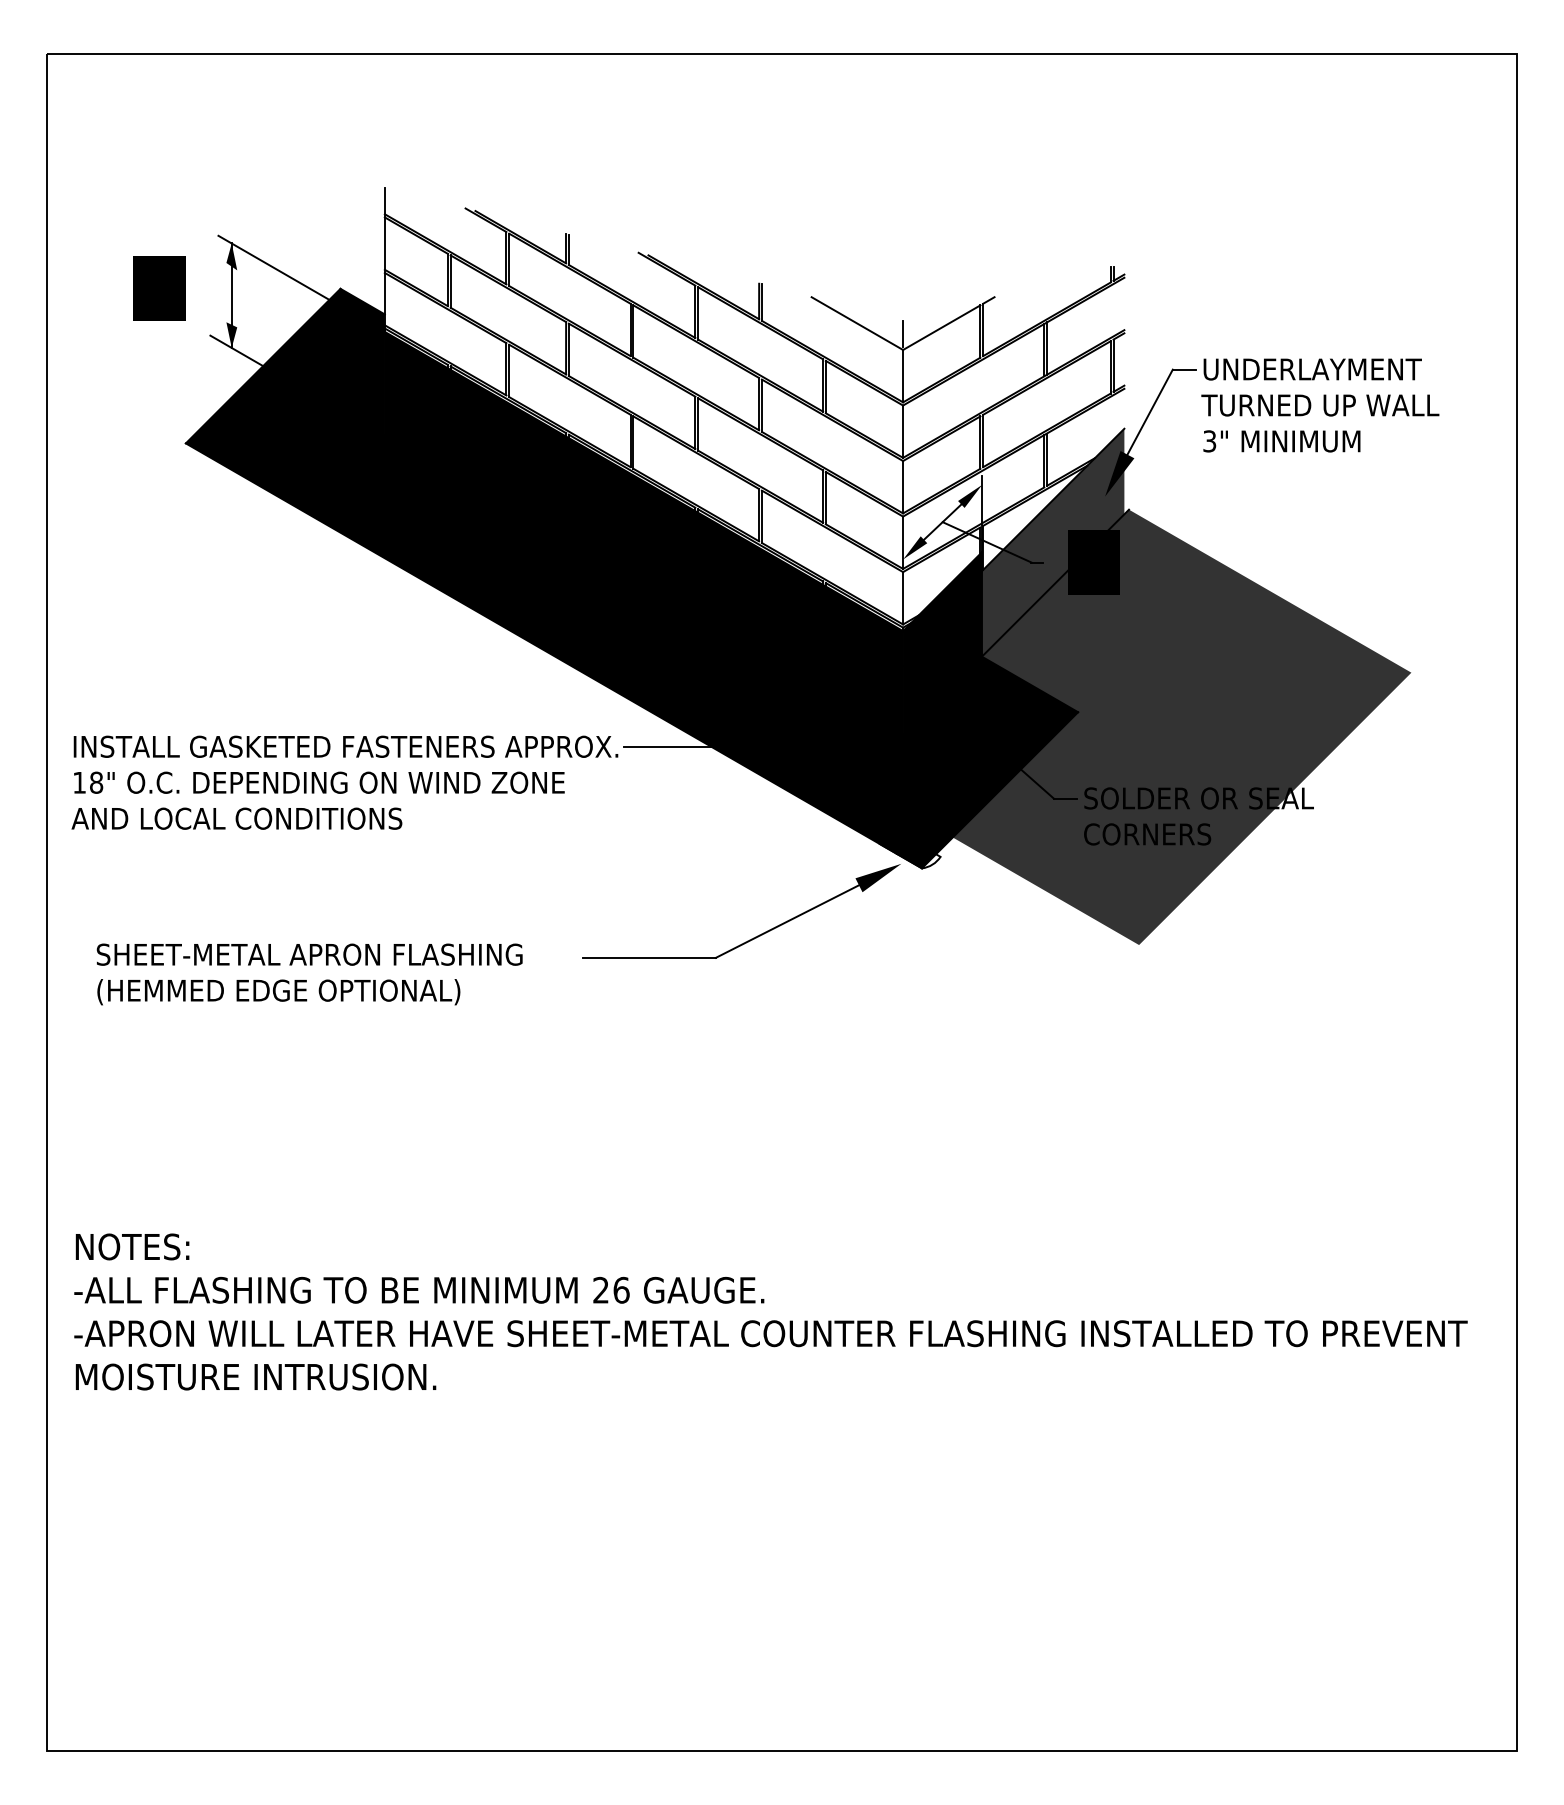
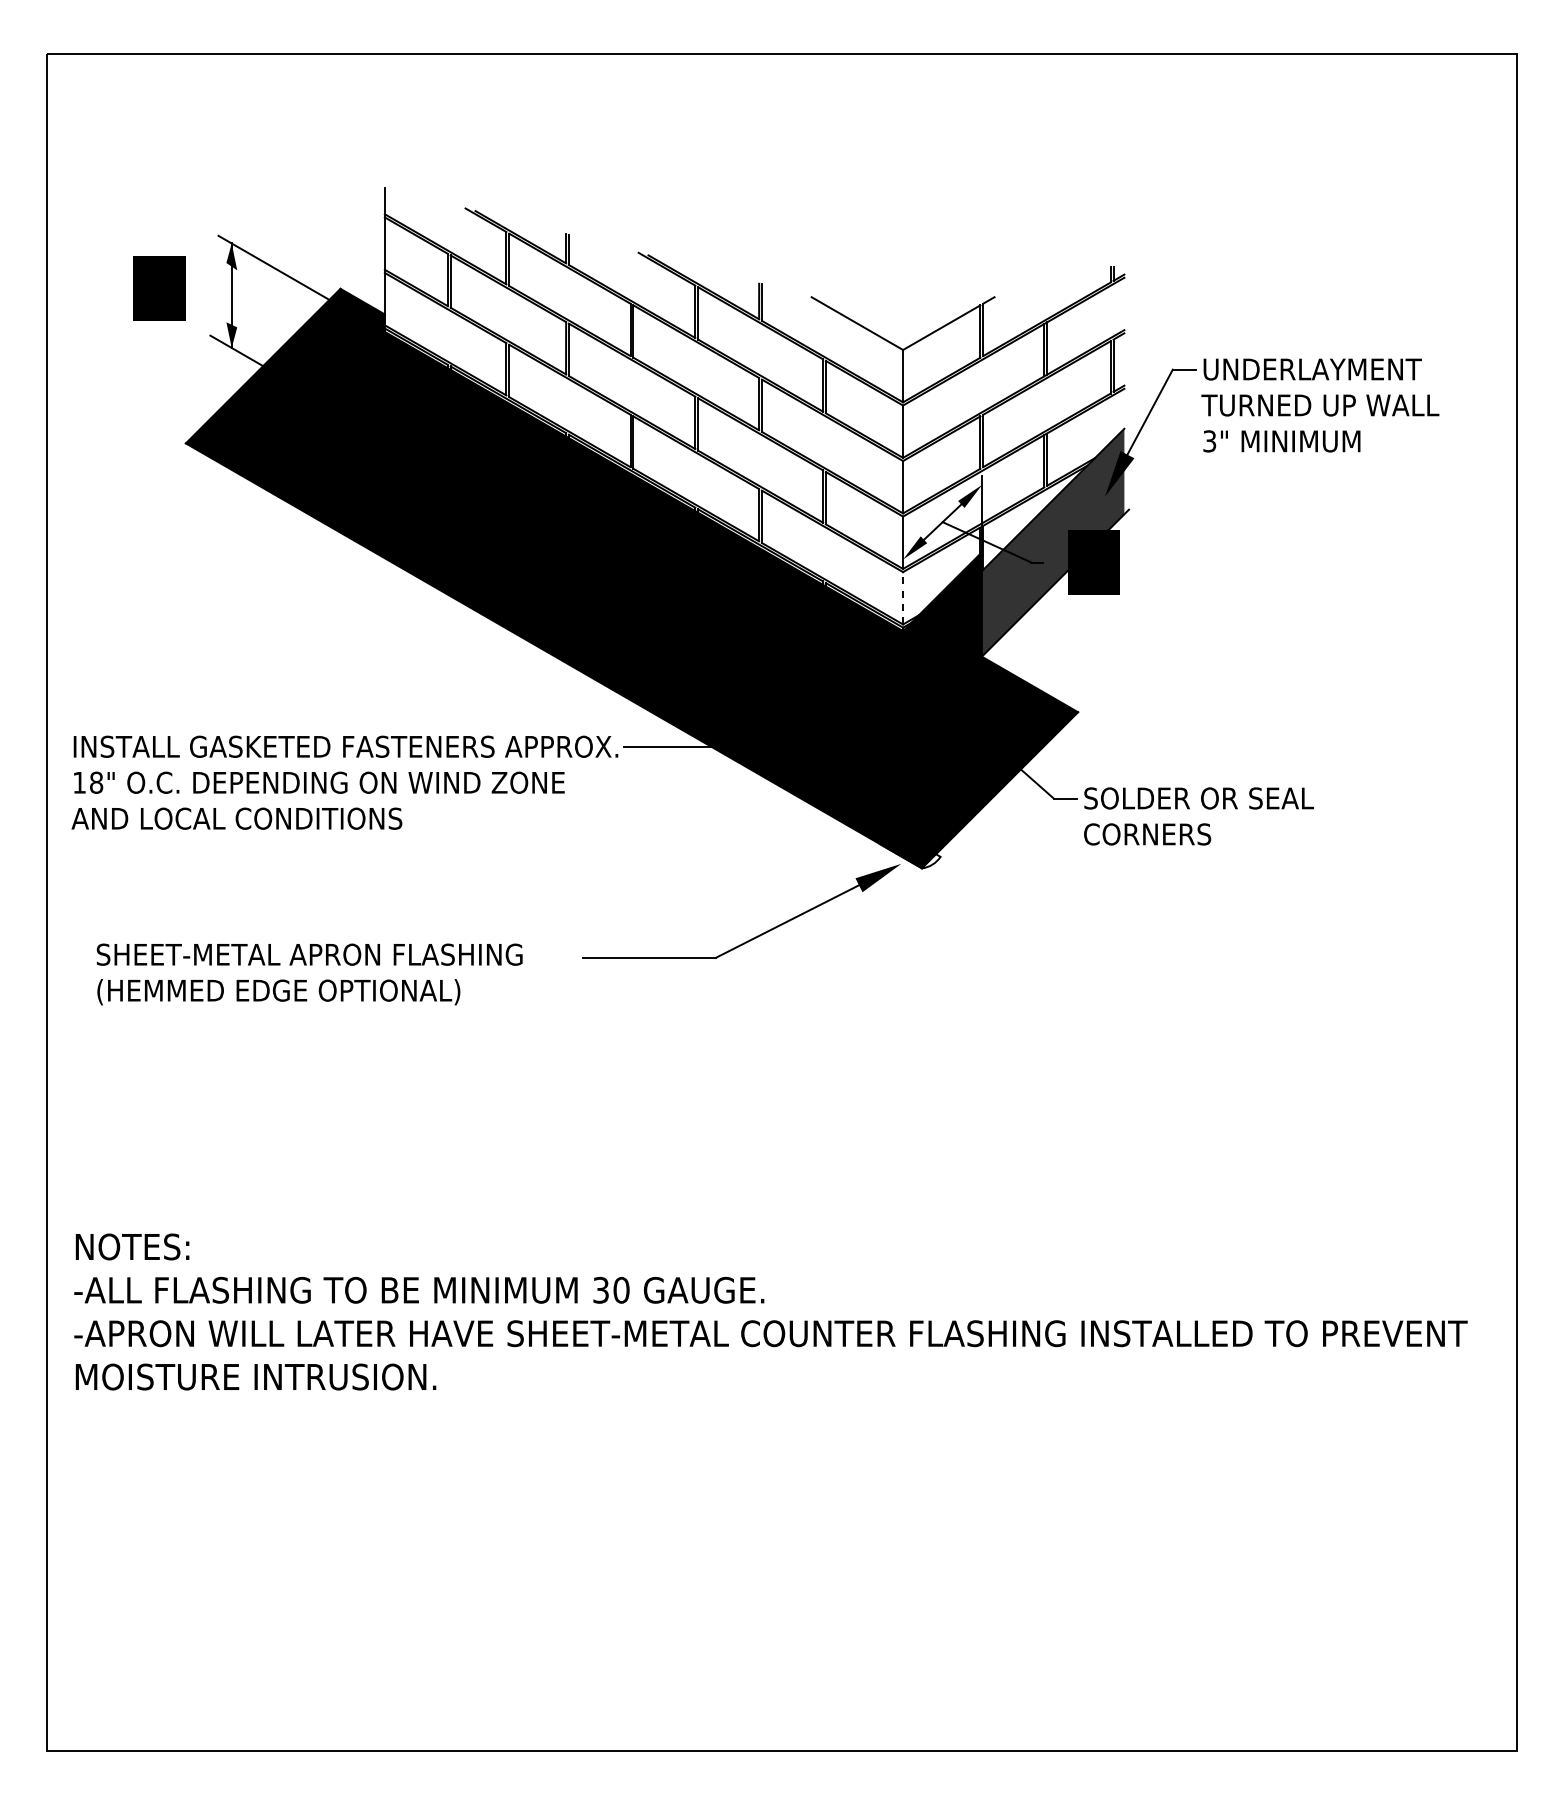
line at (903, 333): present -> none
line at (903, 597): solid -> dashed
fill at (1181, 727): present -> none
text at (611, 1289): 26 -> 30
